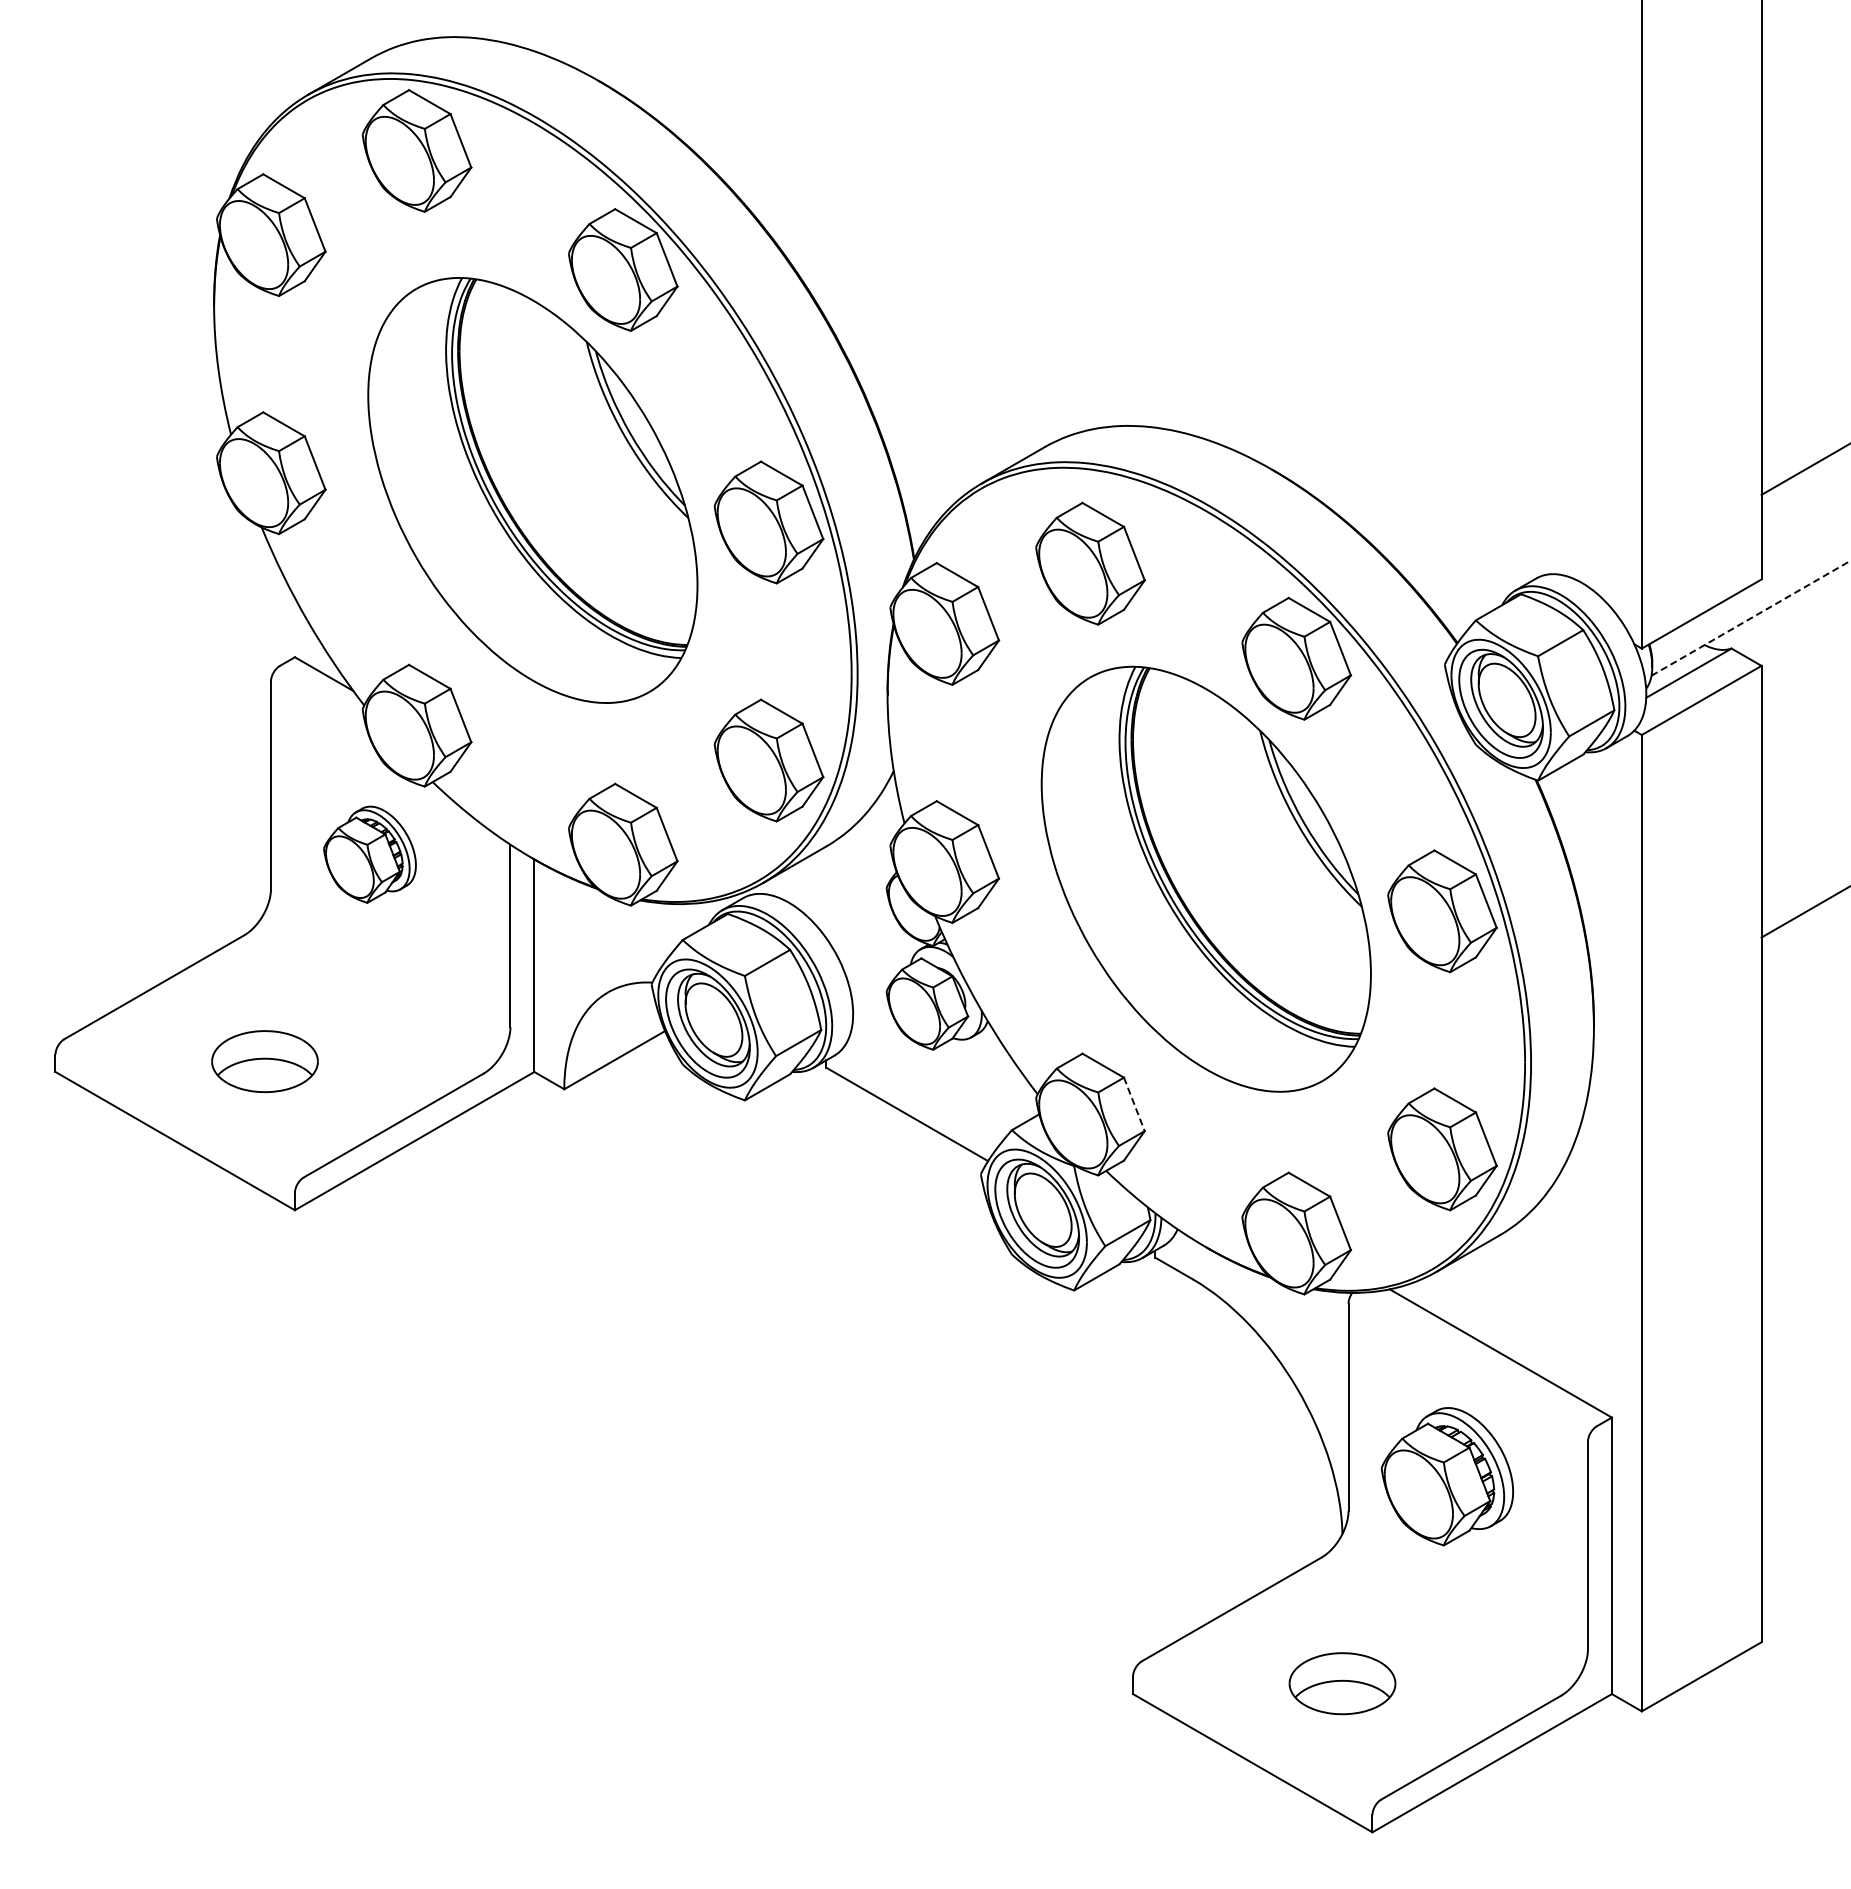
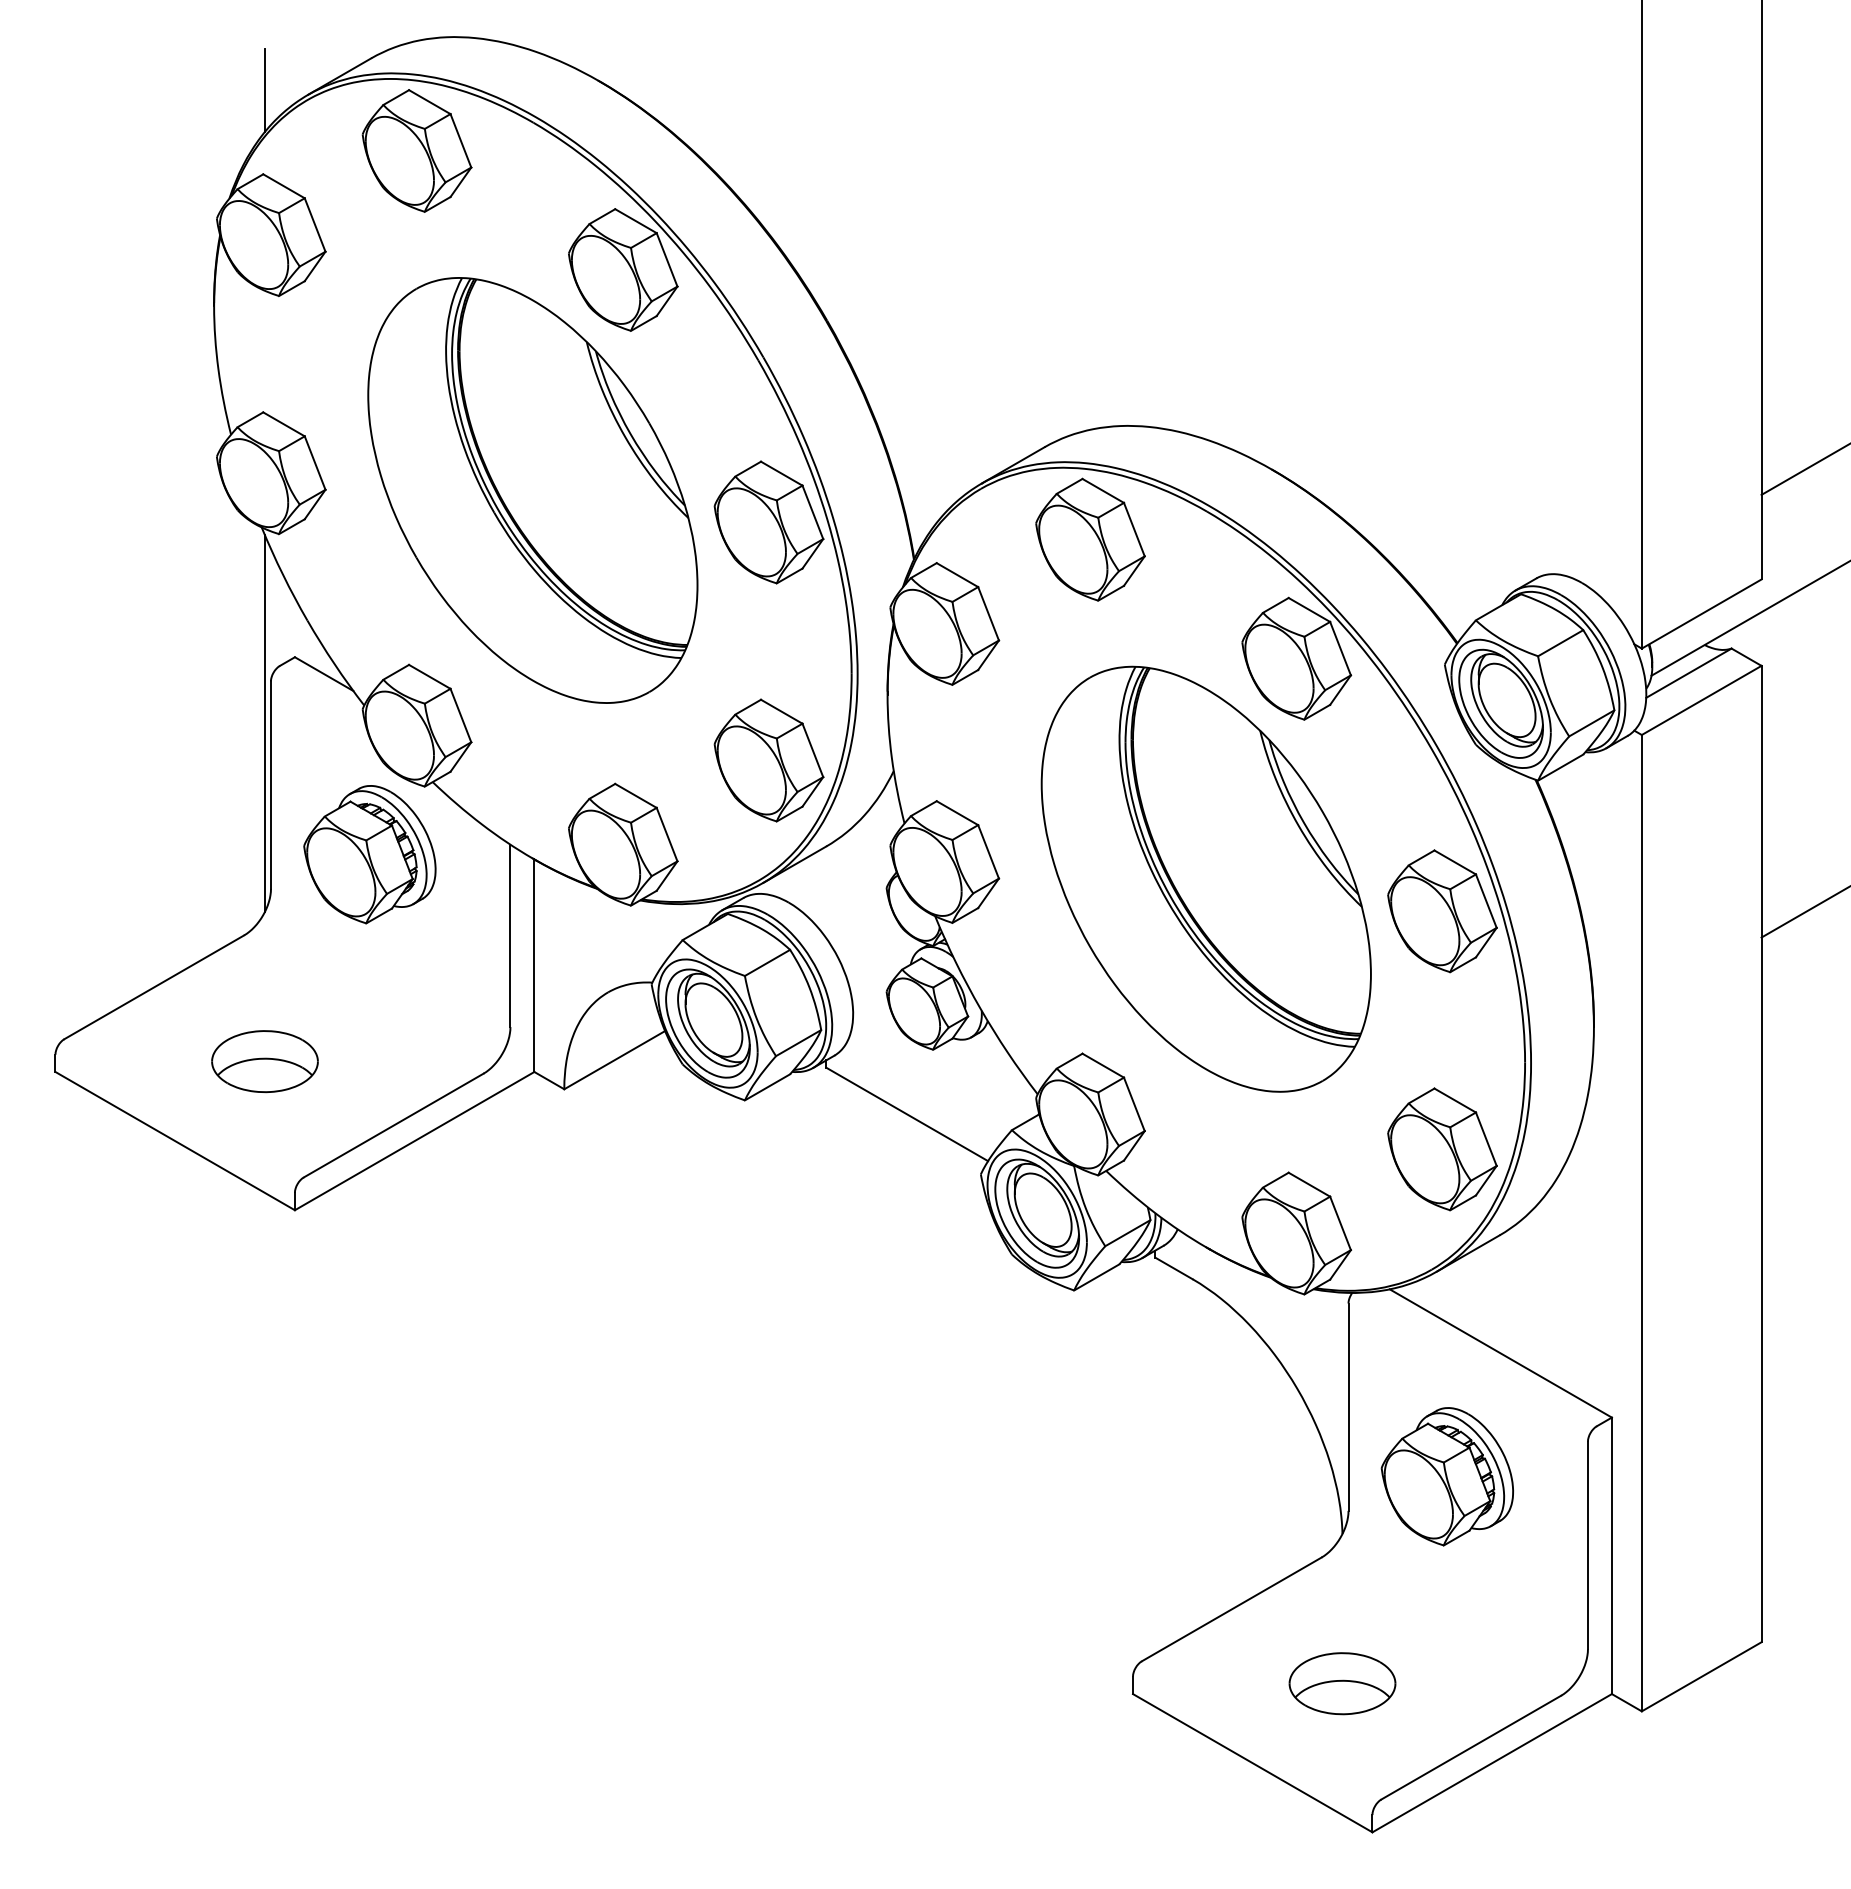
line at (265, 89): none -> present
part at (1090, 563) position: (1090, 563) -> (1090, 539)
line at (1751, 618): dashed -> solid
line at (265, 723): none -> present
part at (369, 854) size: 94x99 px -> 134x140 px
line at (1134, 1104): dashed -> solid
